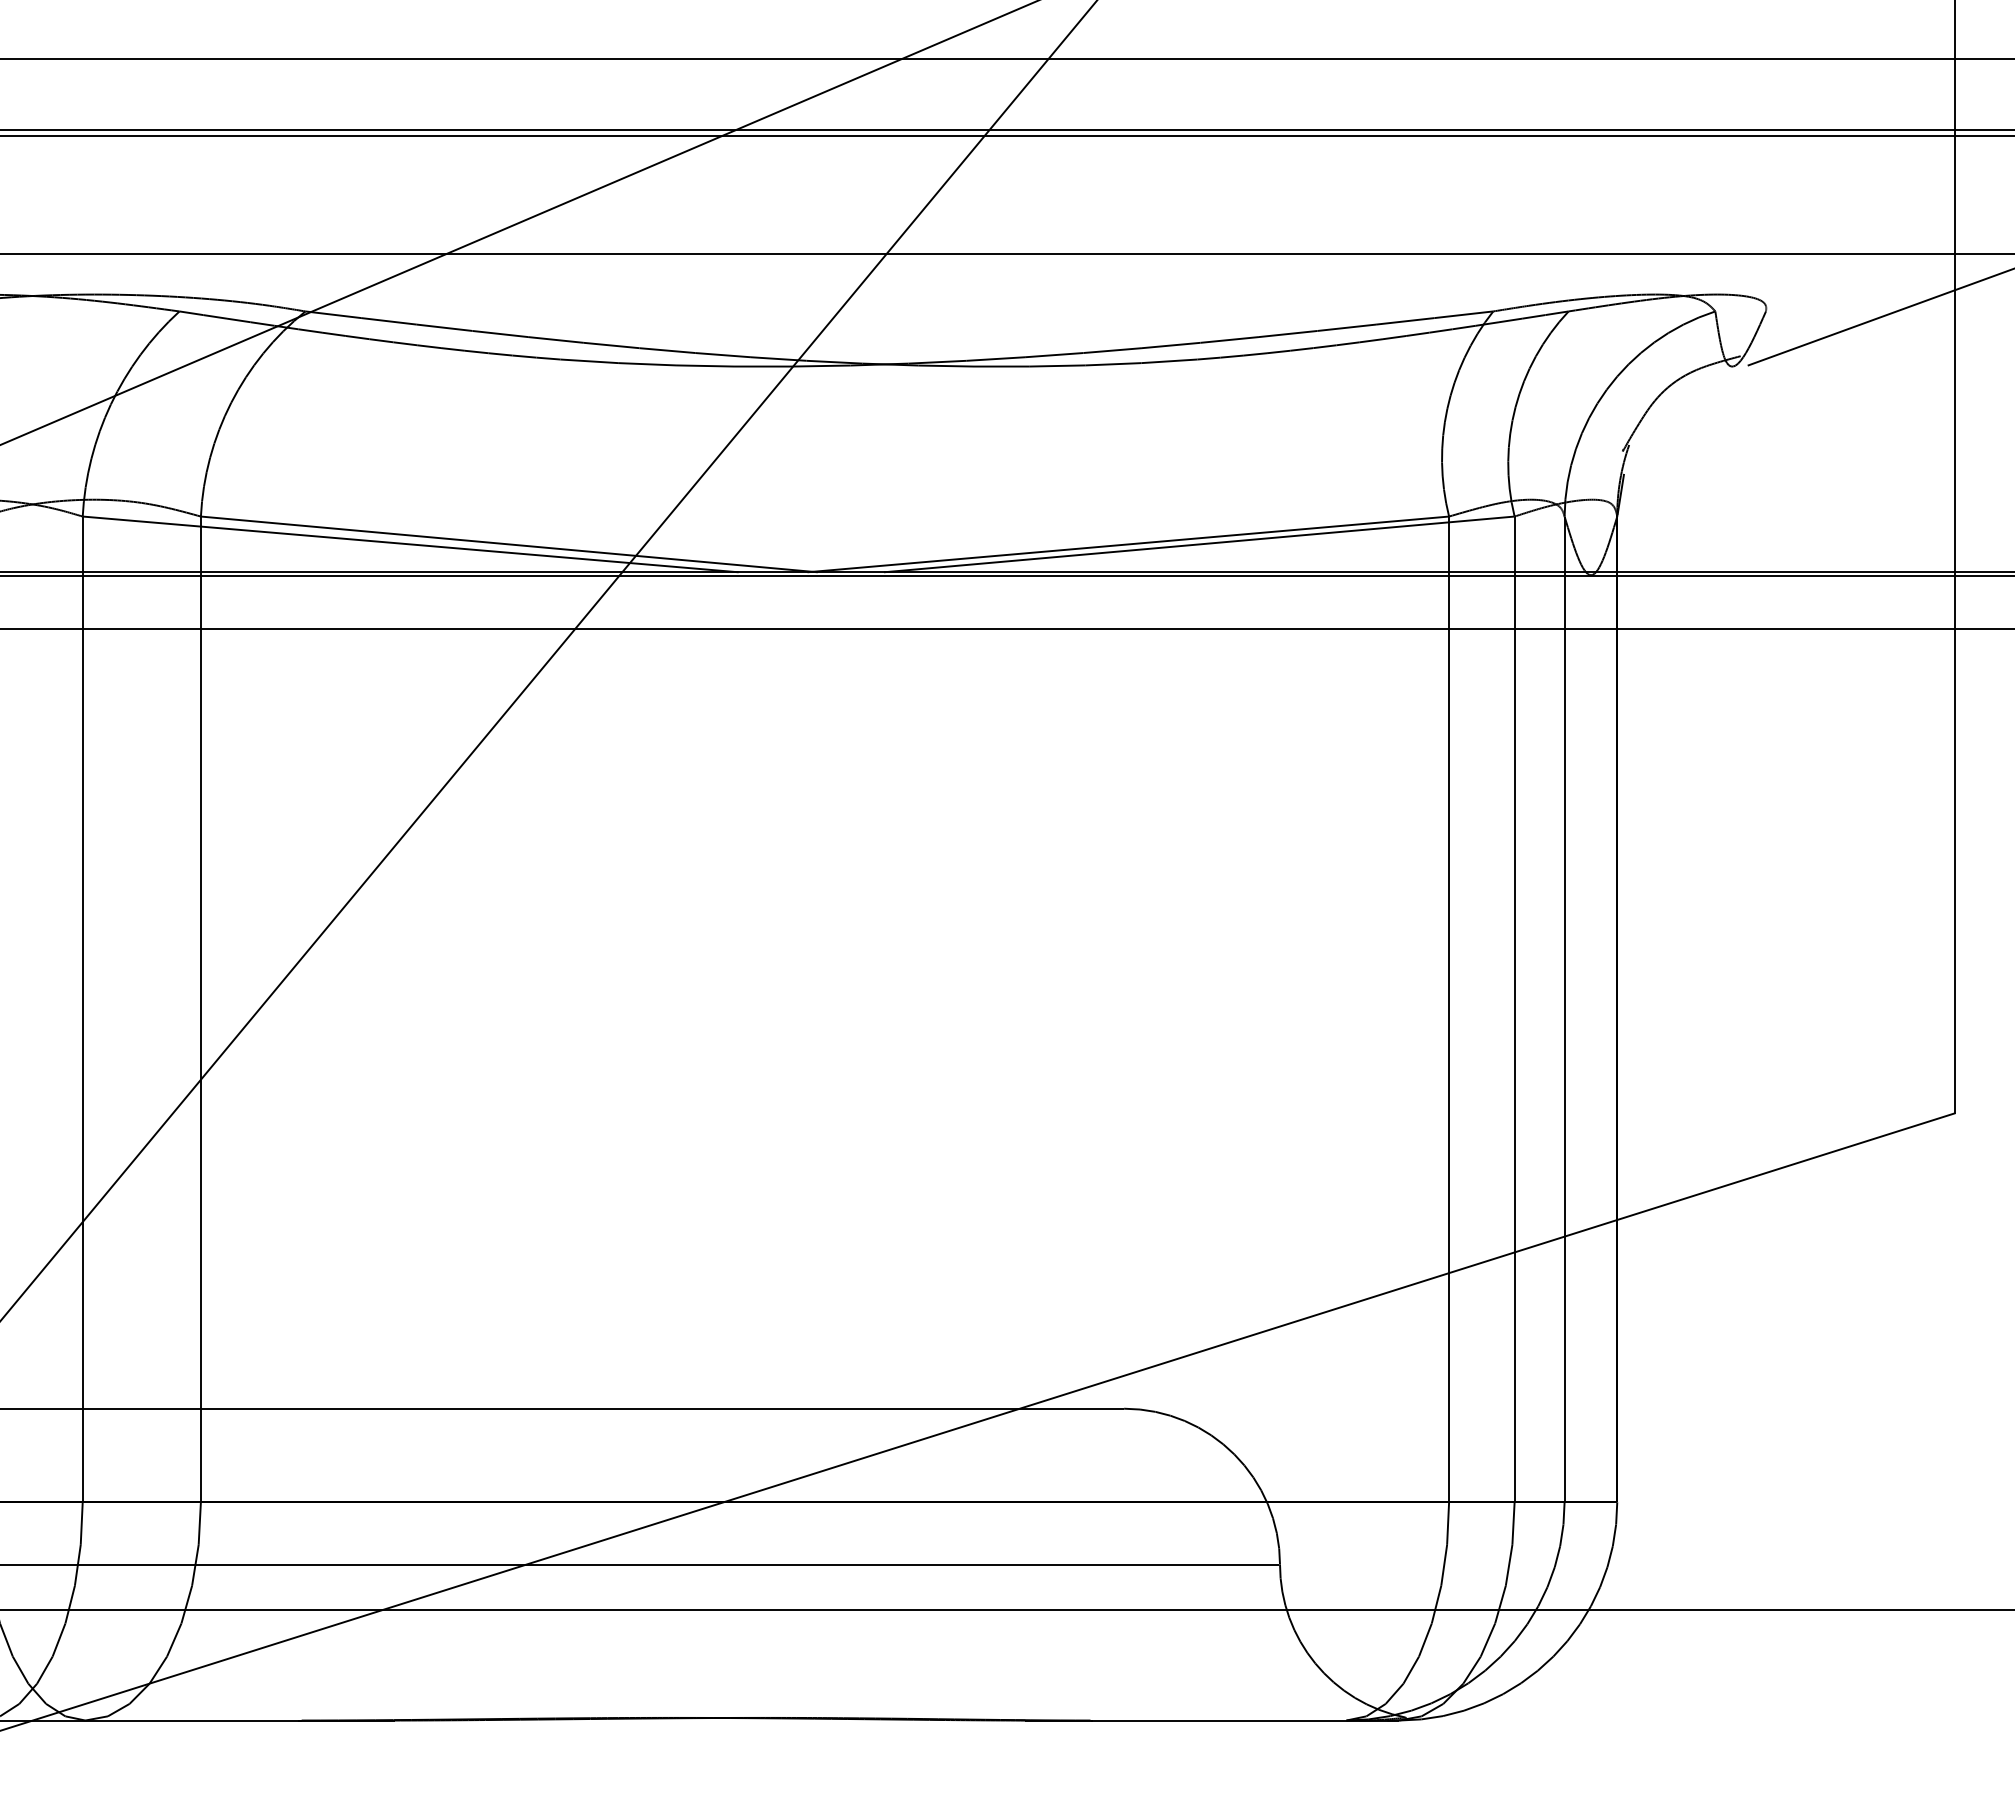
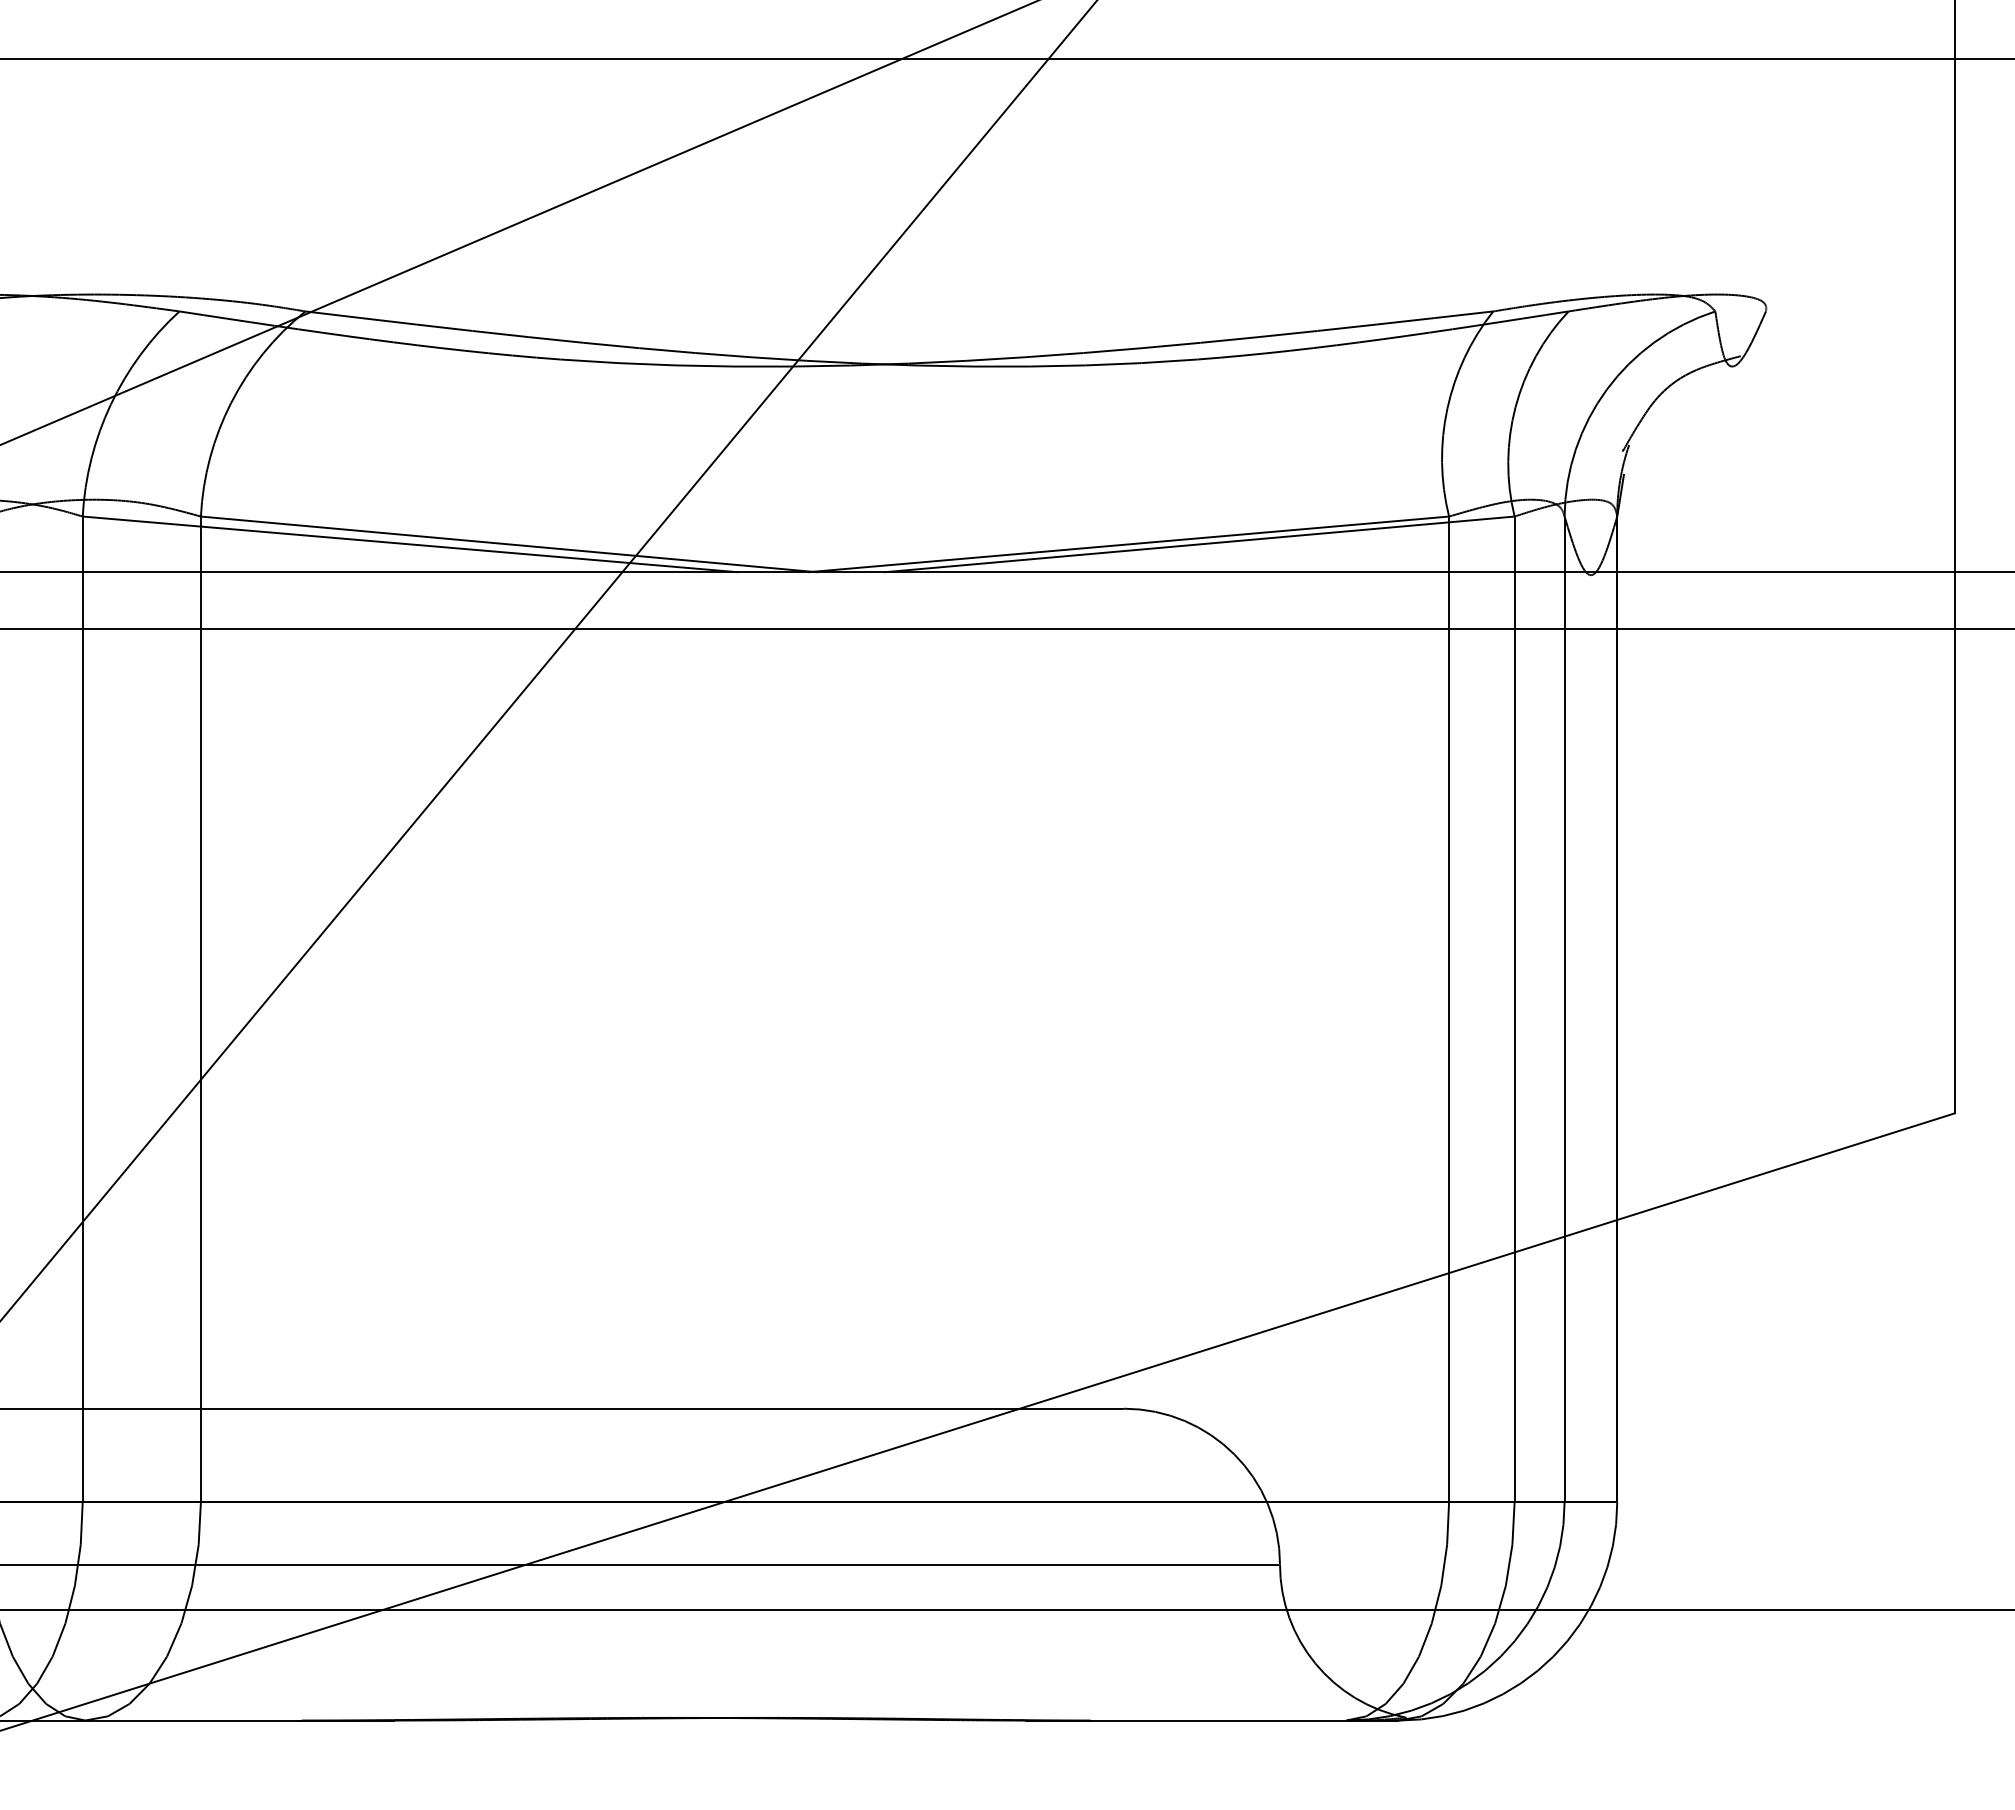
line at (1006, 130): present -> none
line at (1006, 136): present -> none
line at (1006, 253): present -> none
line at (1879, 317): present -> none
line at (1006, 575): present -> none
